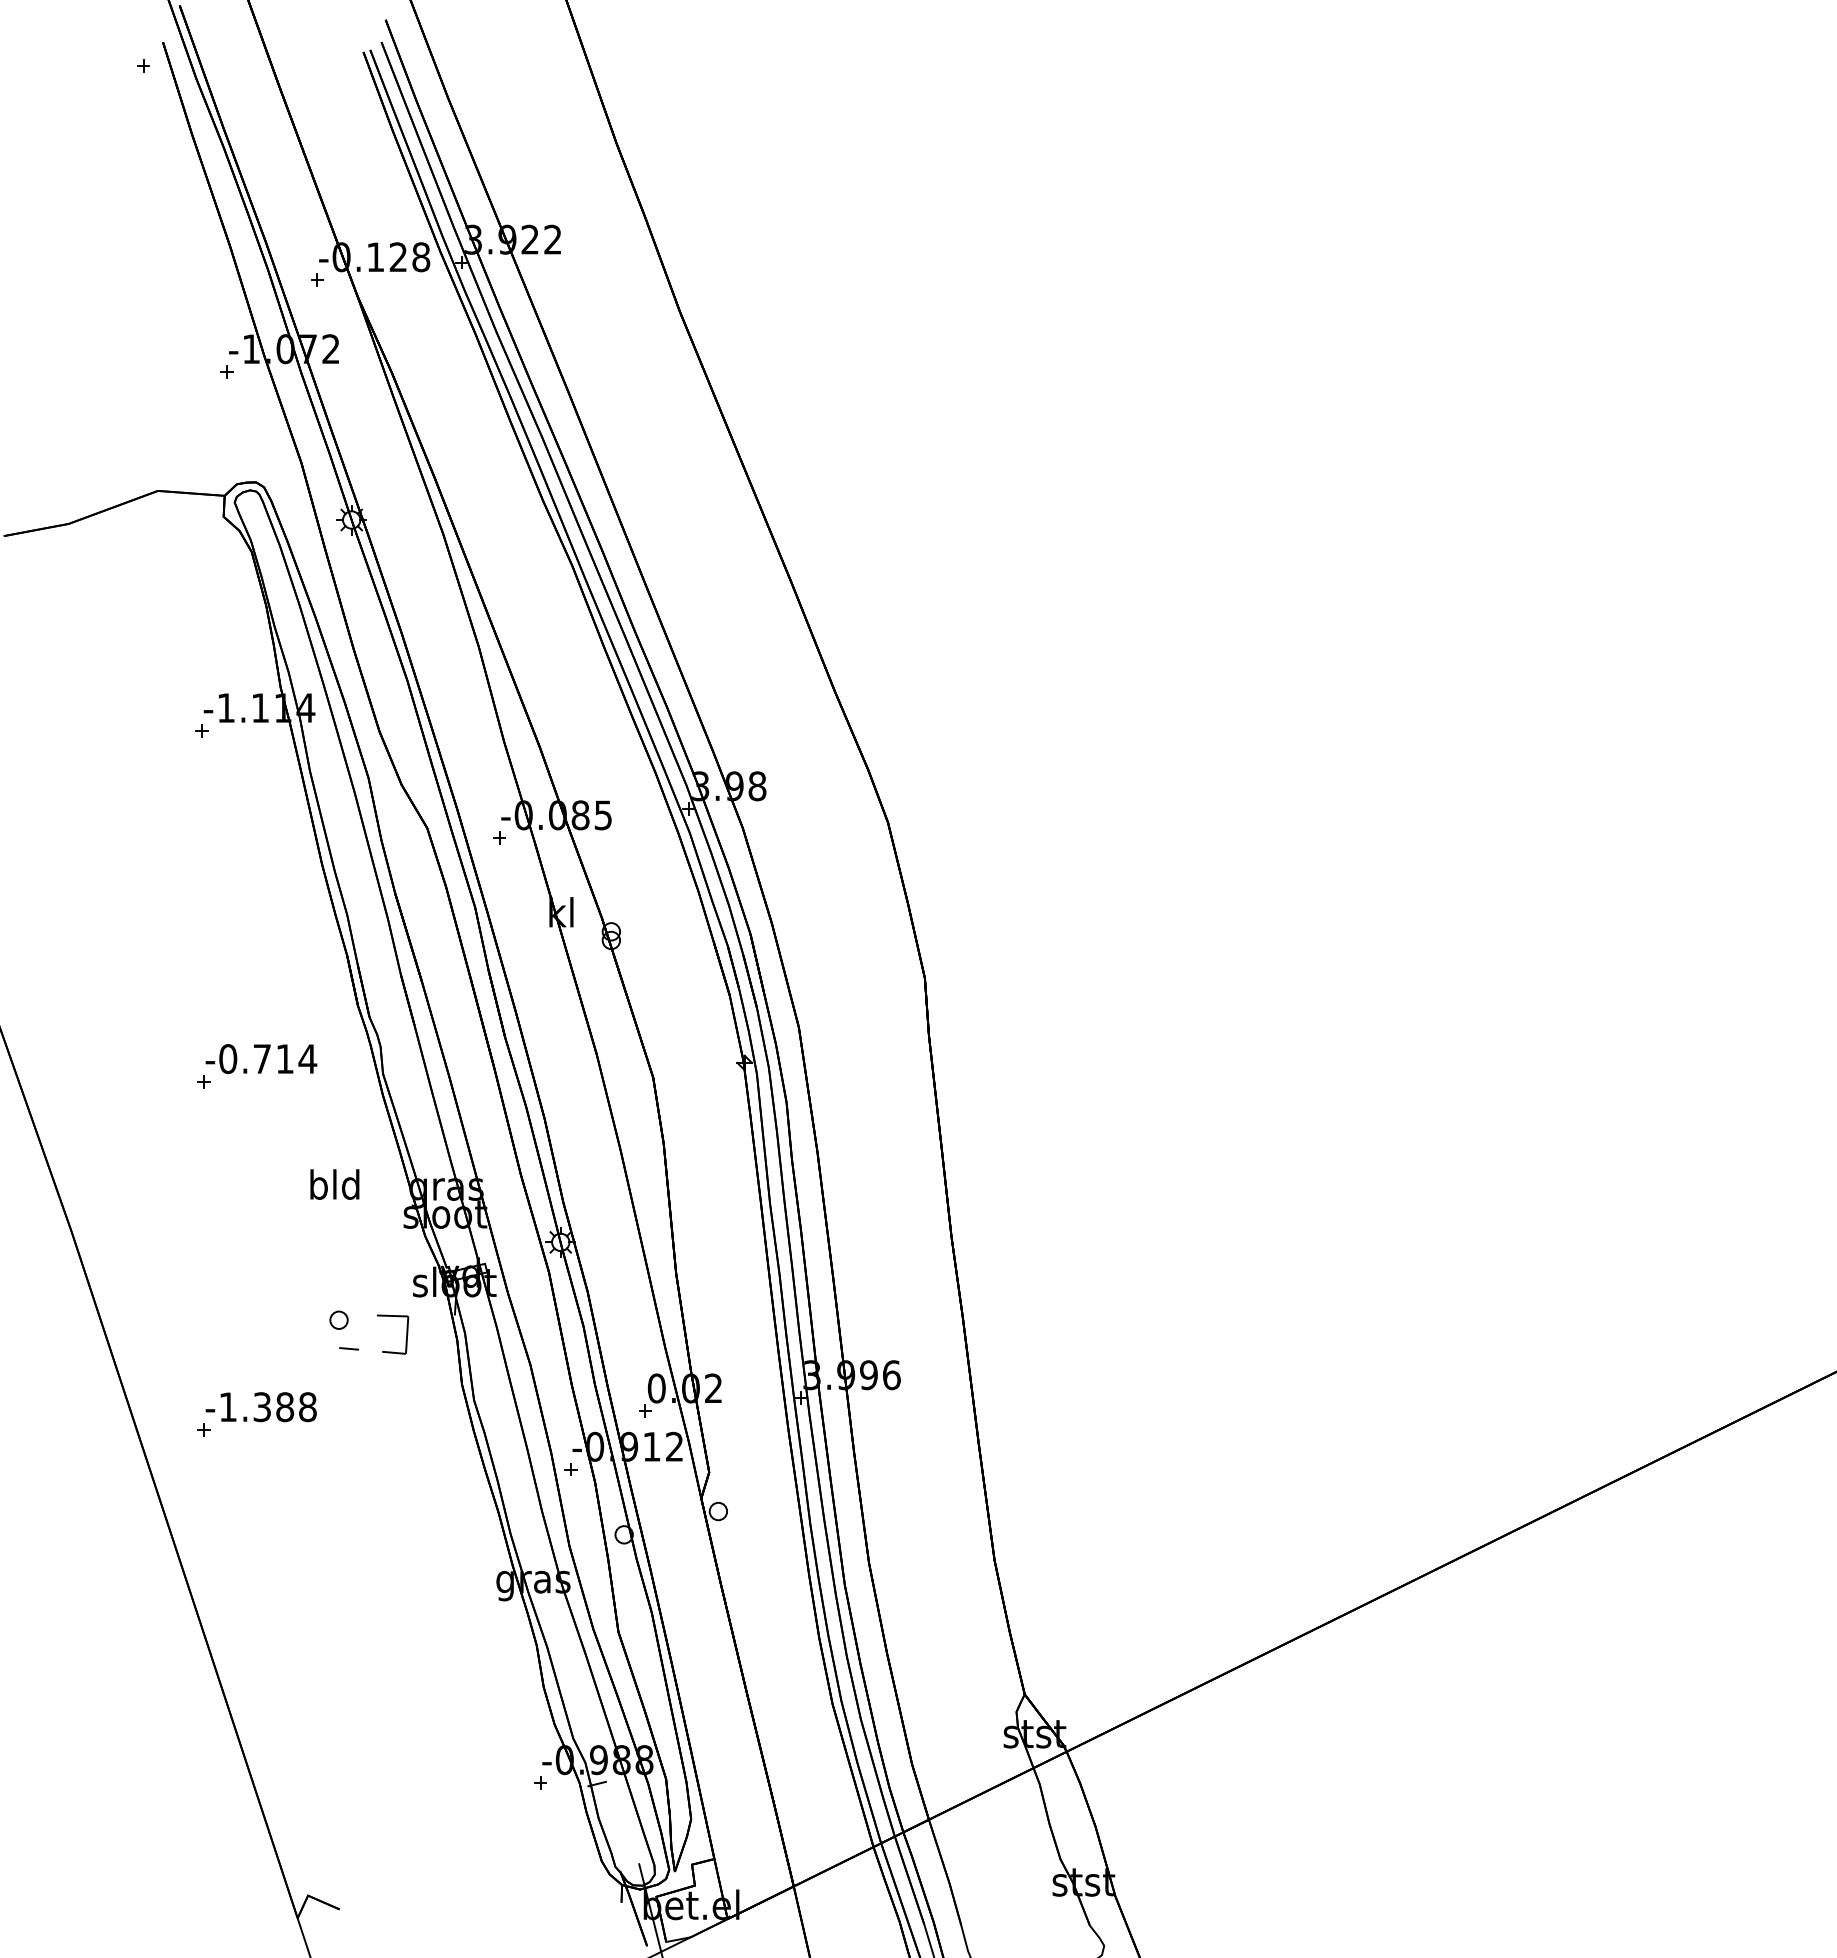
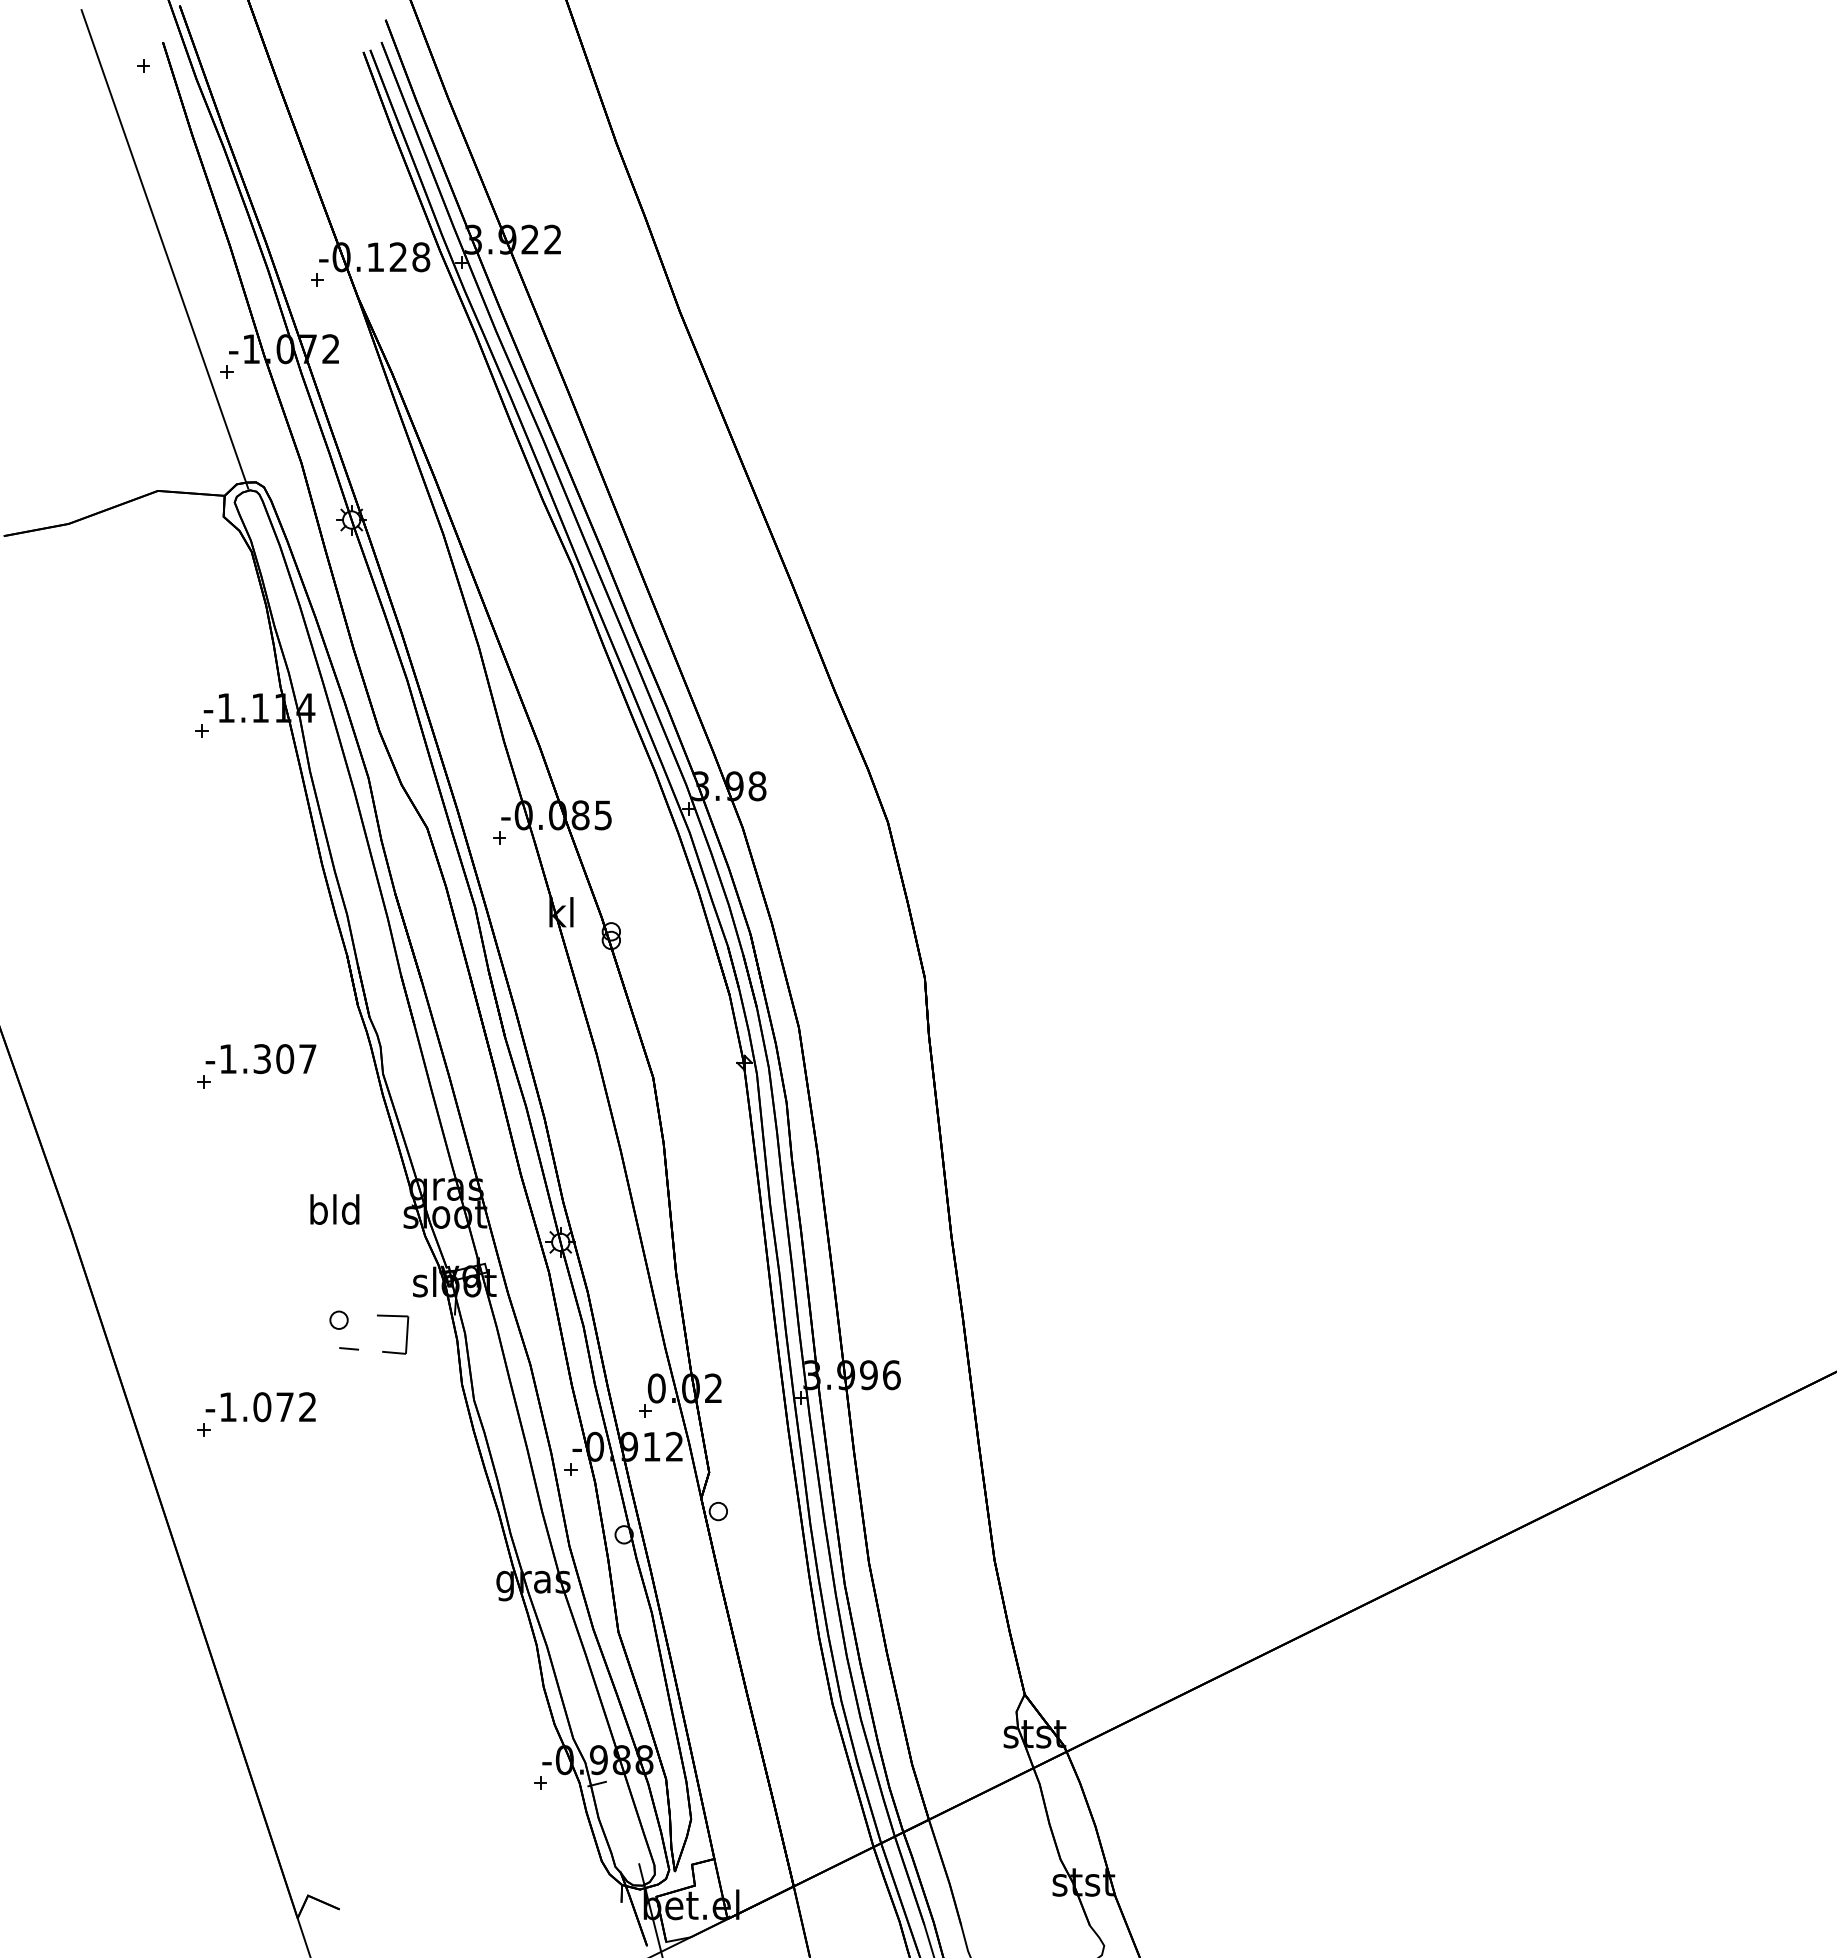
line at (164, 249): none -> present
text at (268, 1059): -0.714 -> -1.307
text at (334, 1184) position: (334, 1184) -> (334, 1209)
text at (284, 1407): -1.388 -> -1.072
